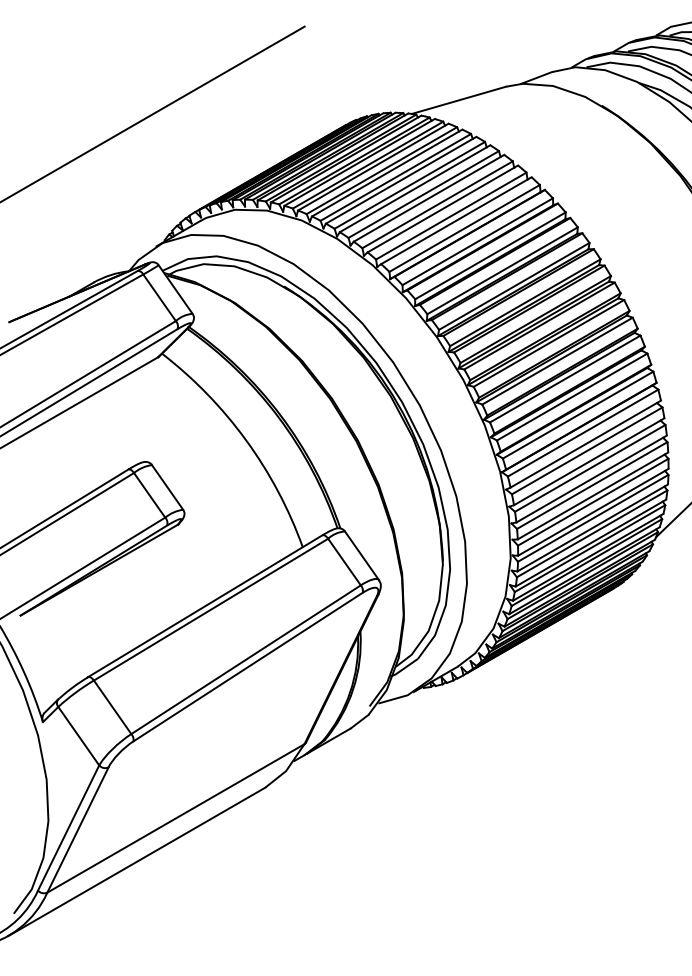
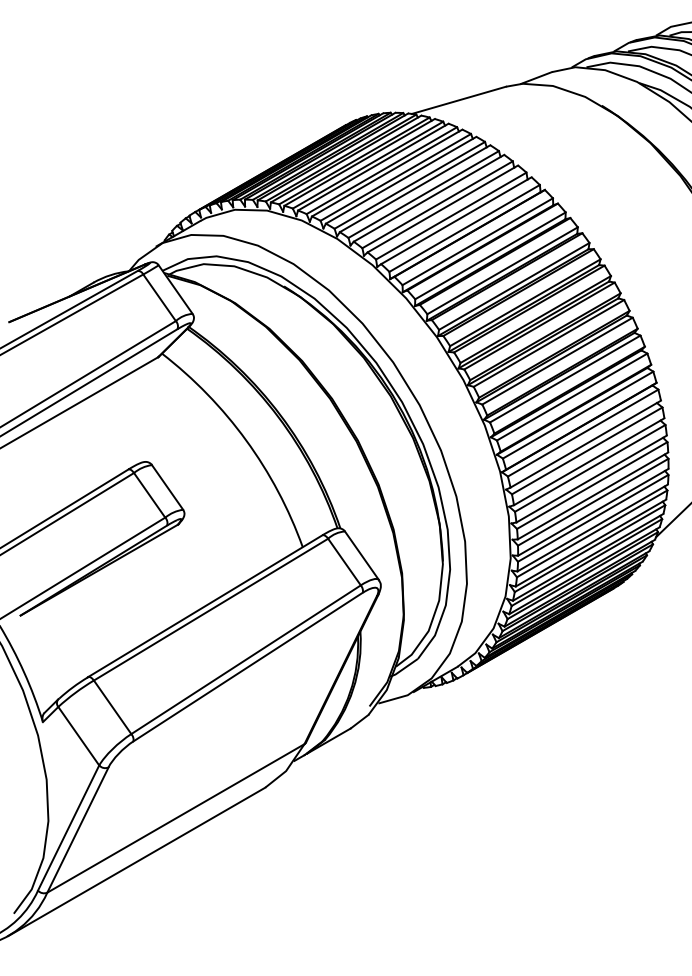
line at (153, 113): present -> none
